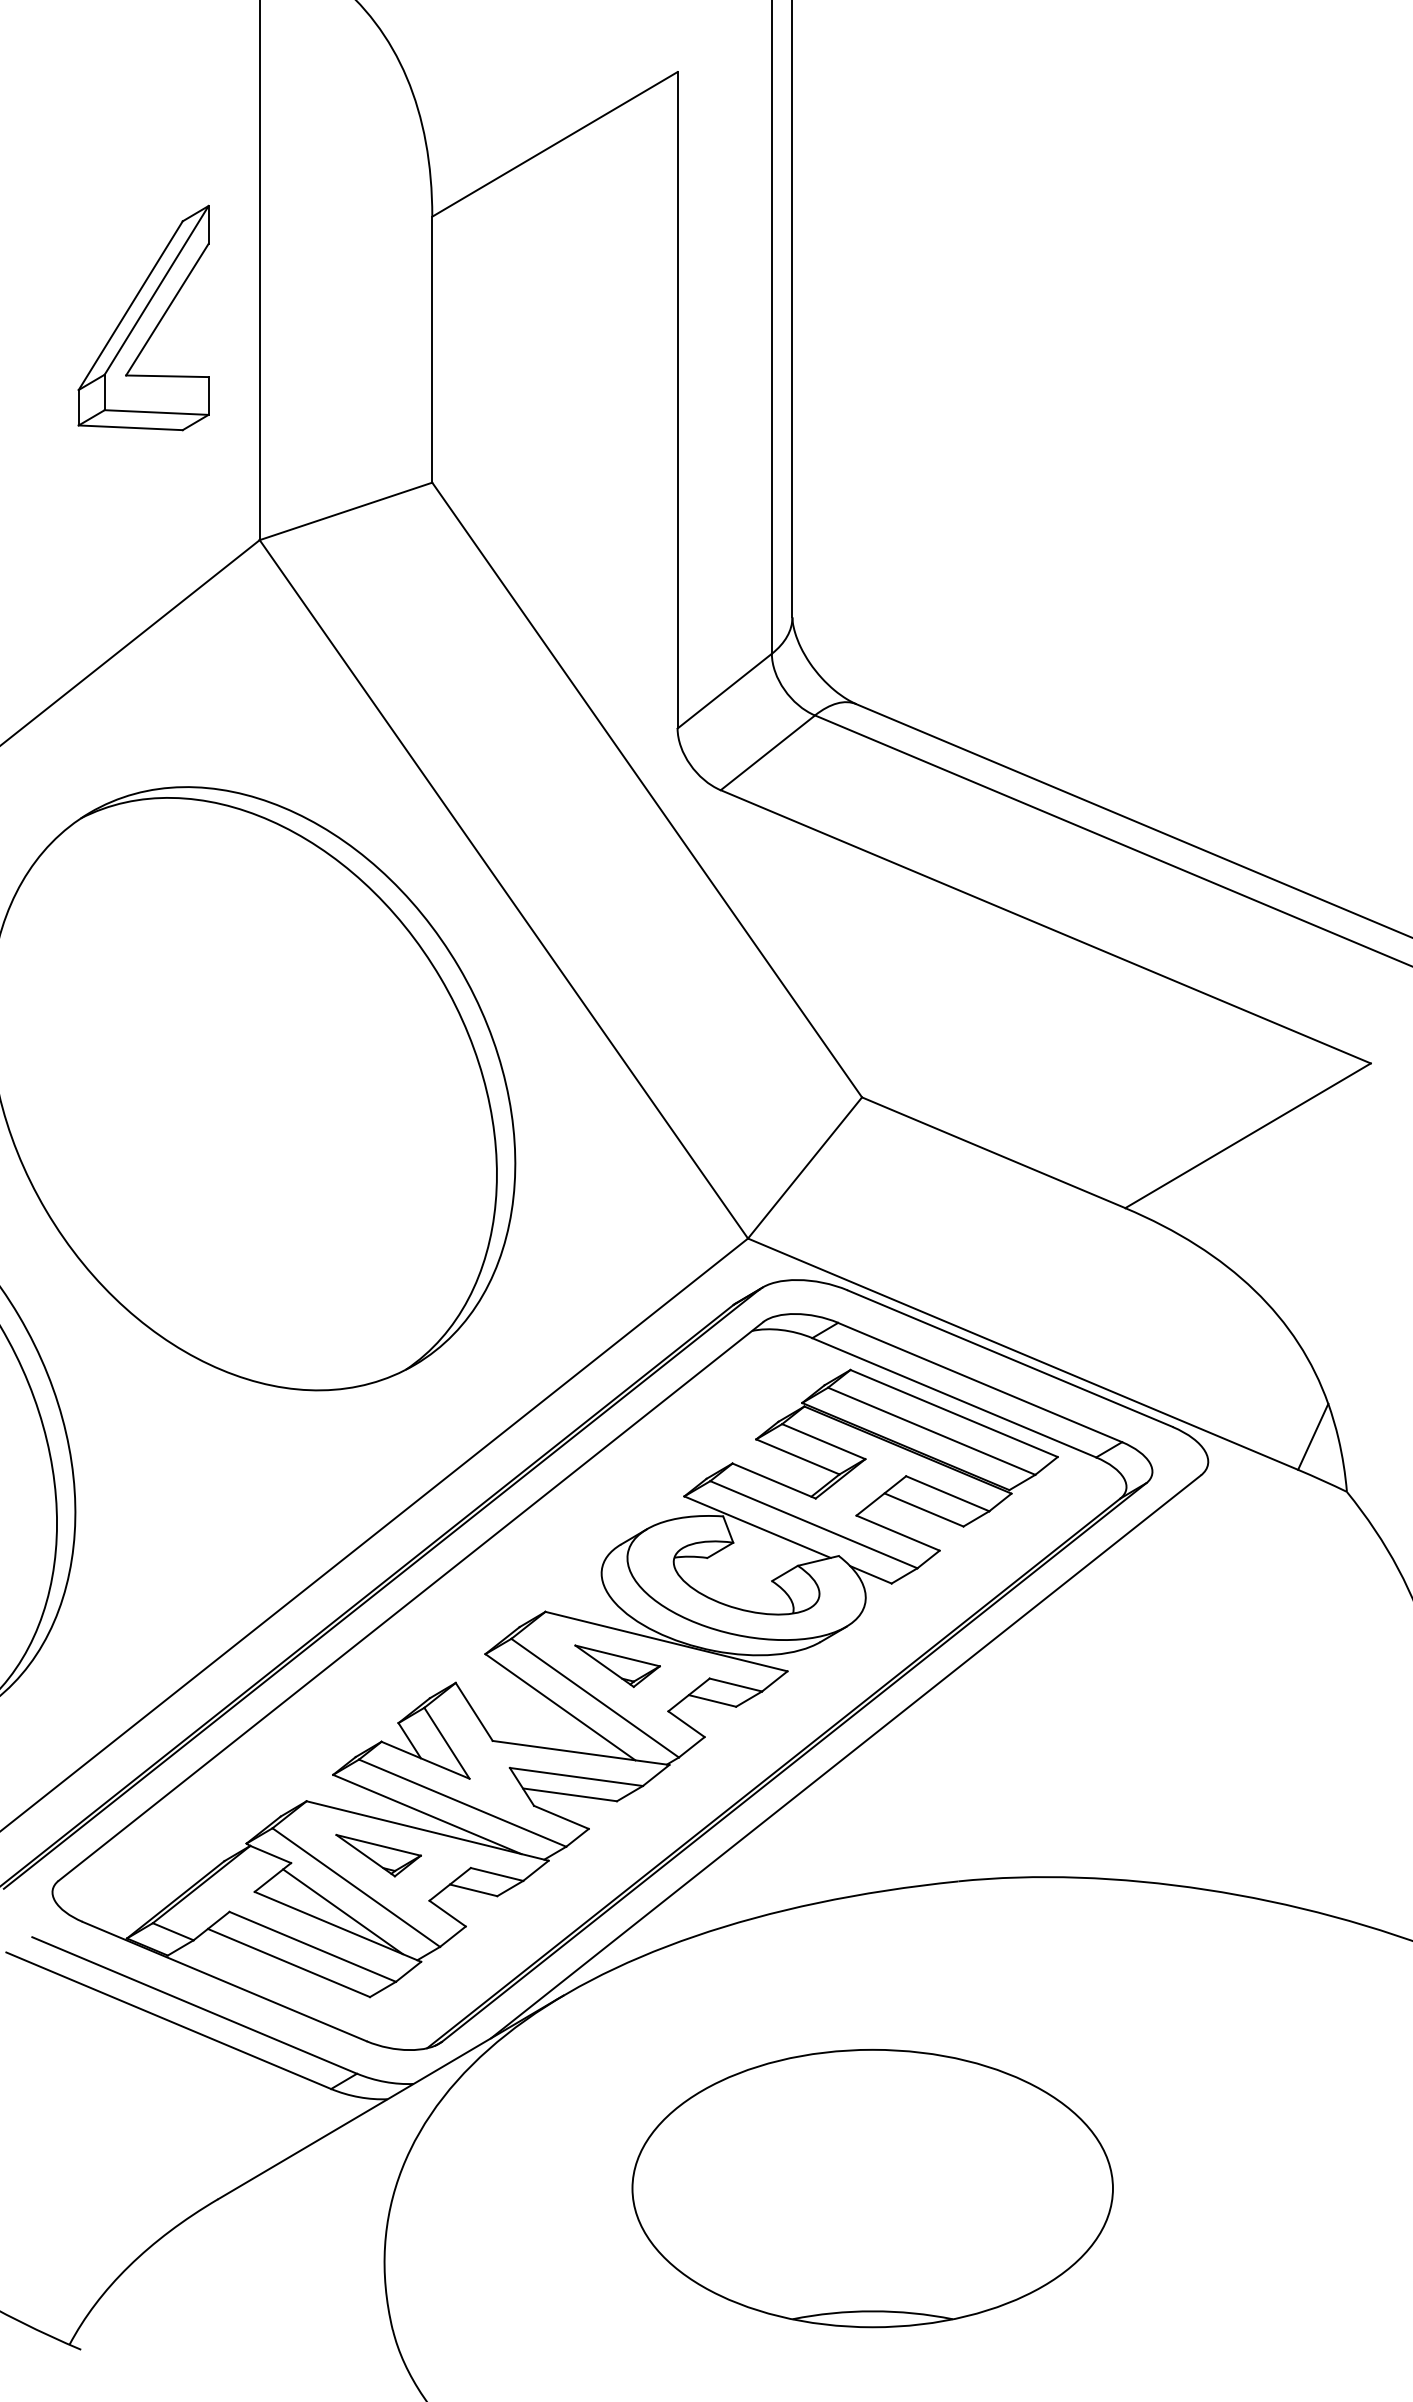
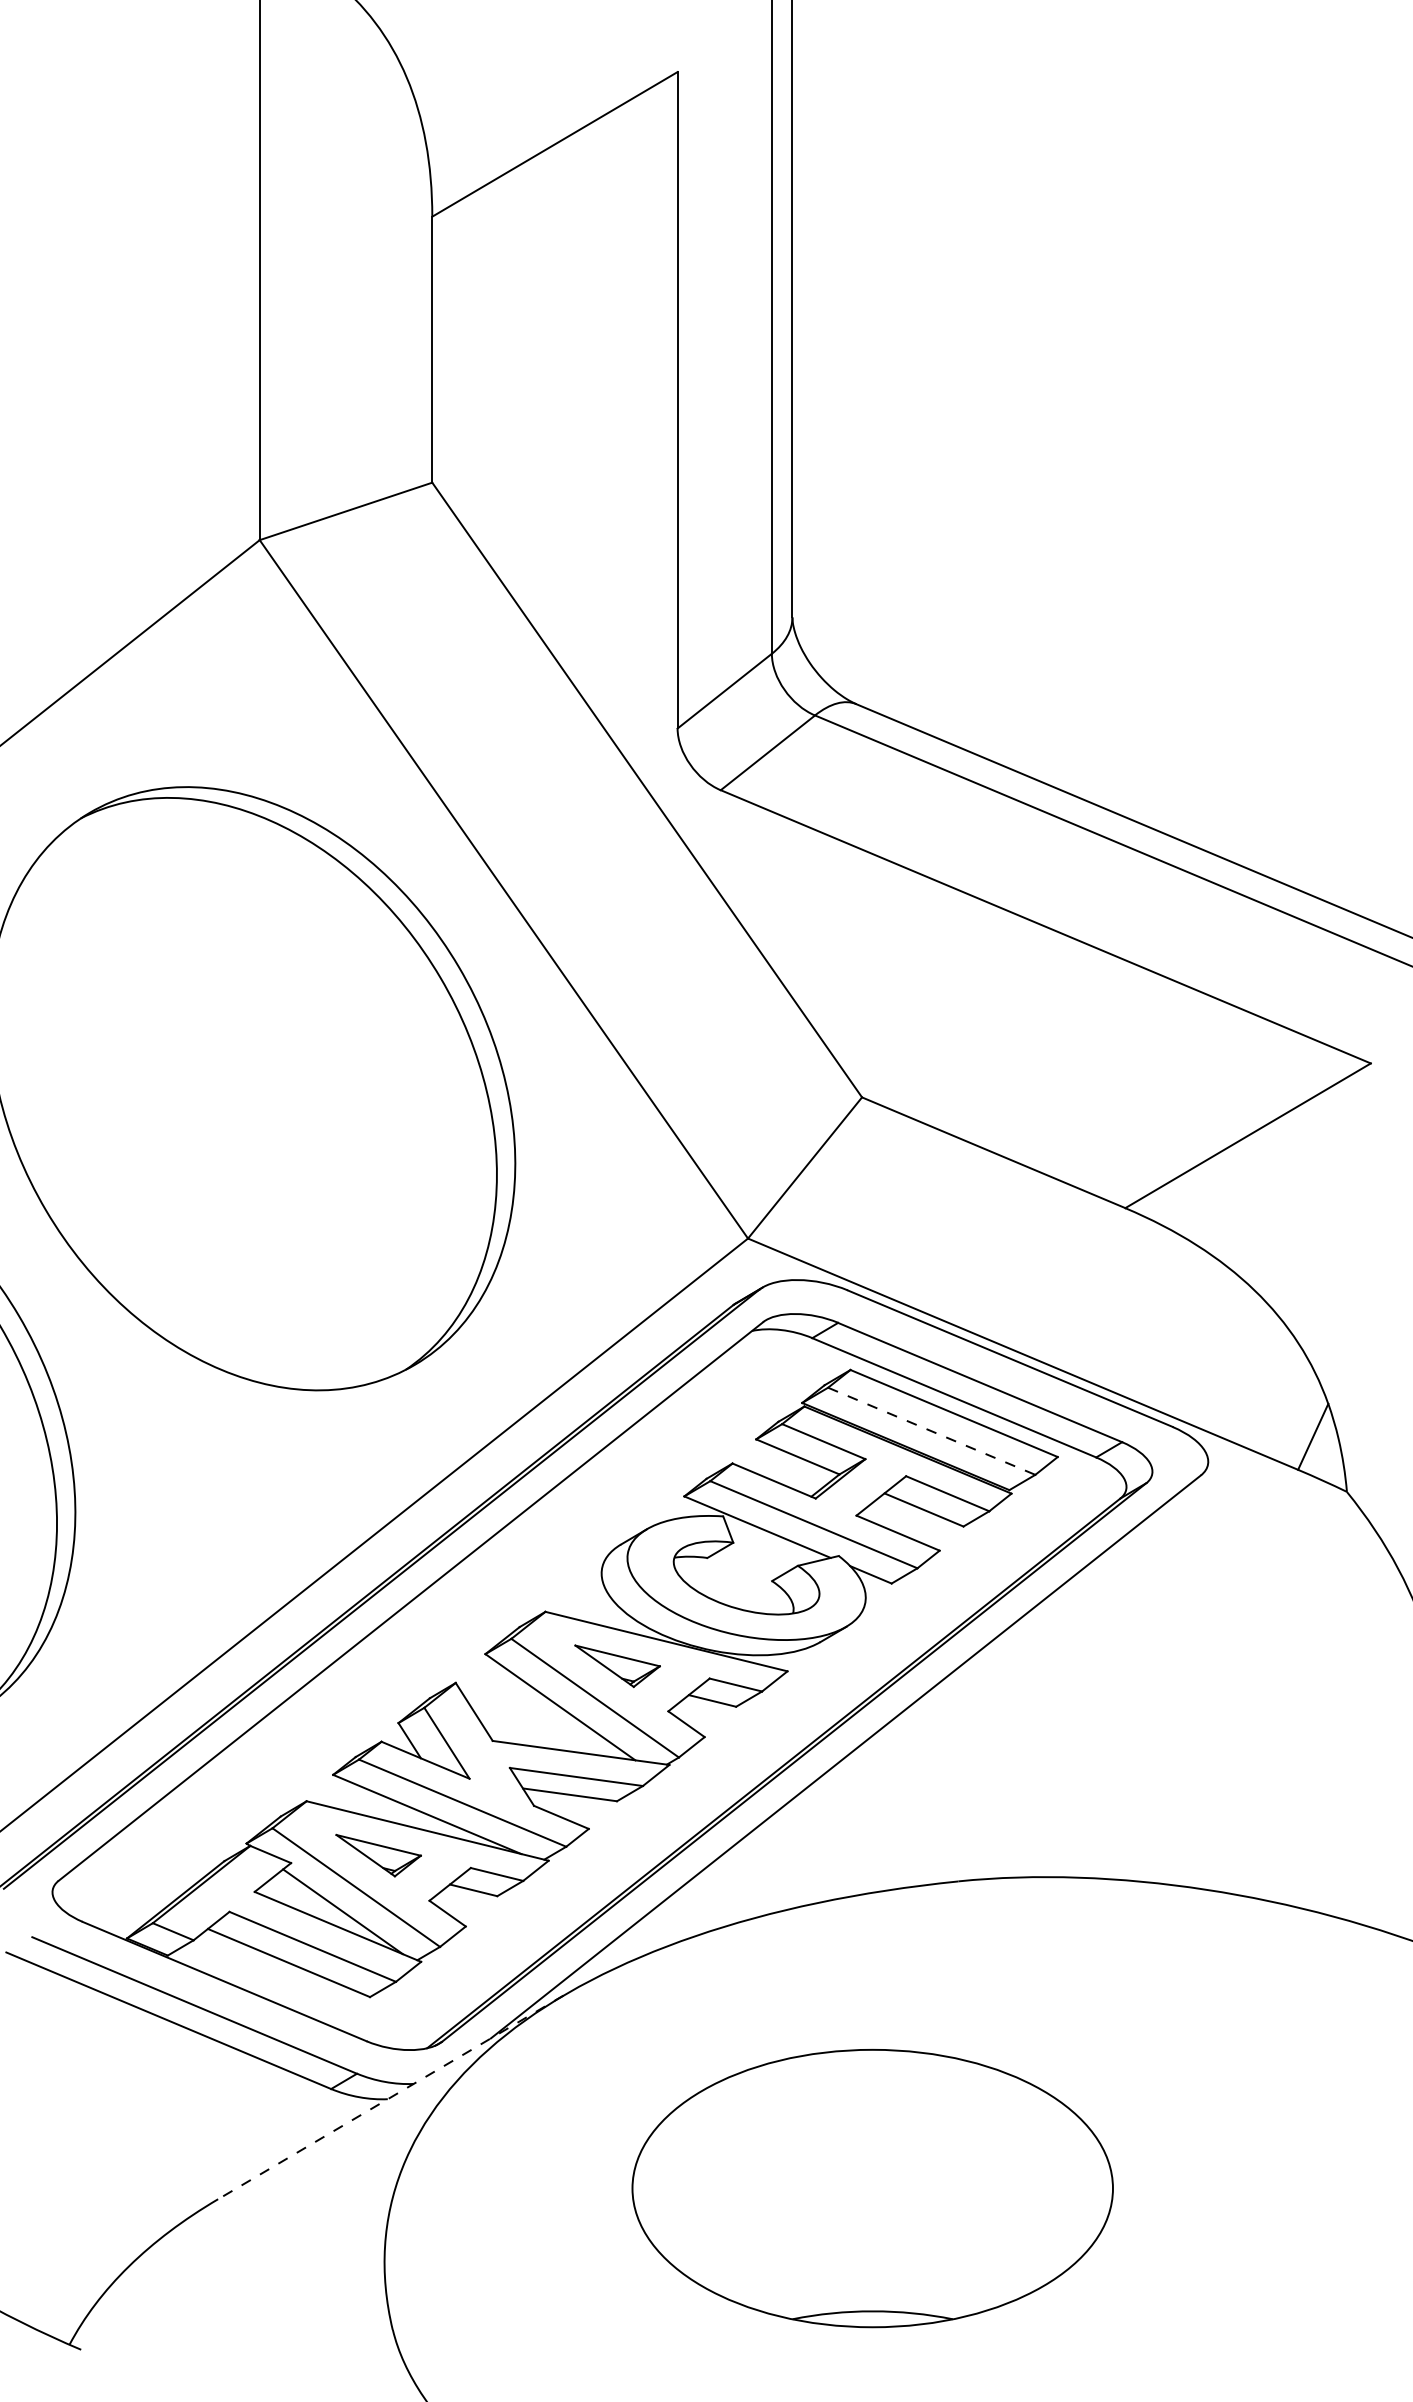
part at (143, 317): present -> none
line at (932, 1431): solid -> dashed
line at (390, 2097): solid -> dashed
